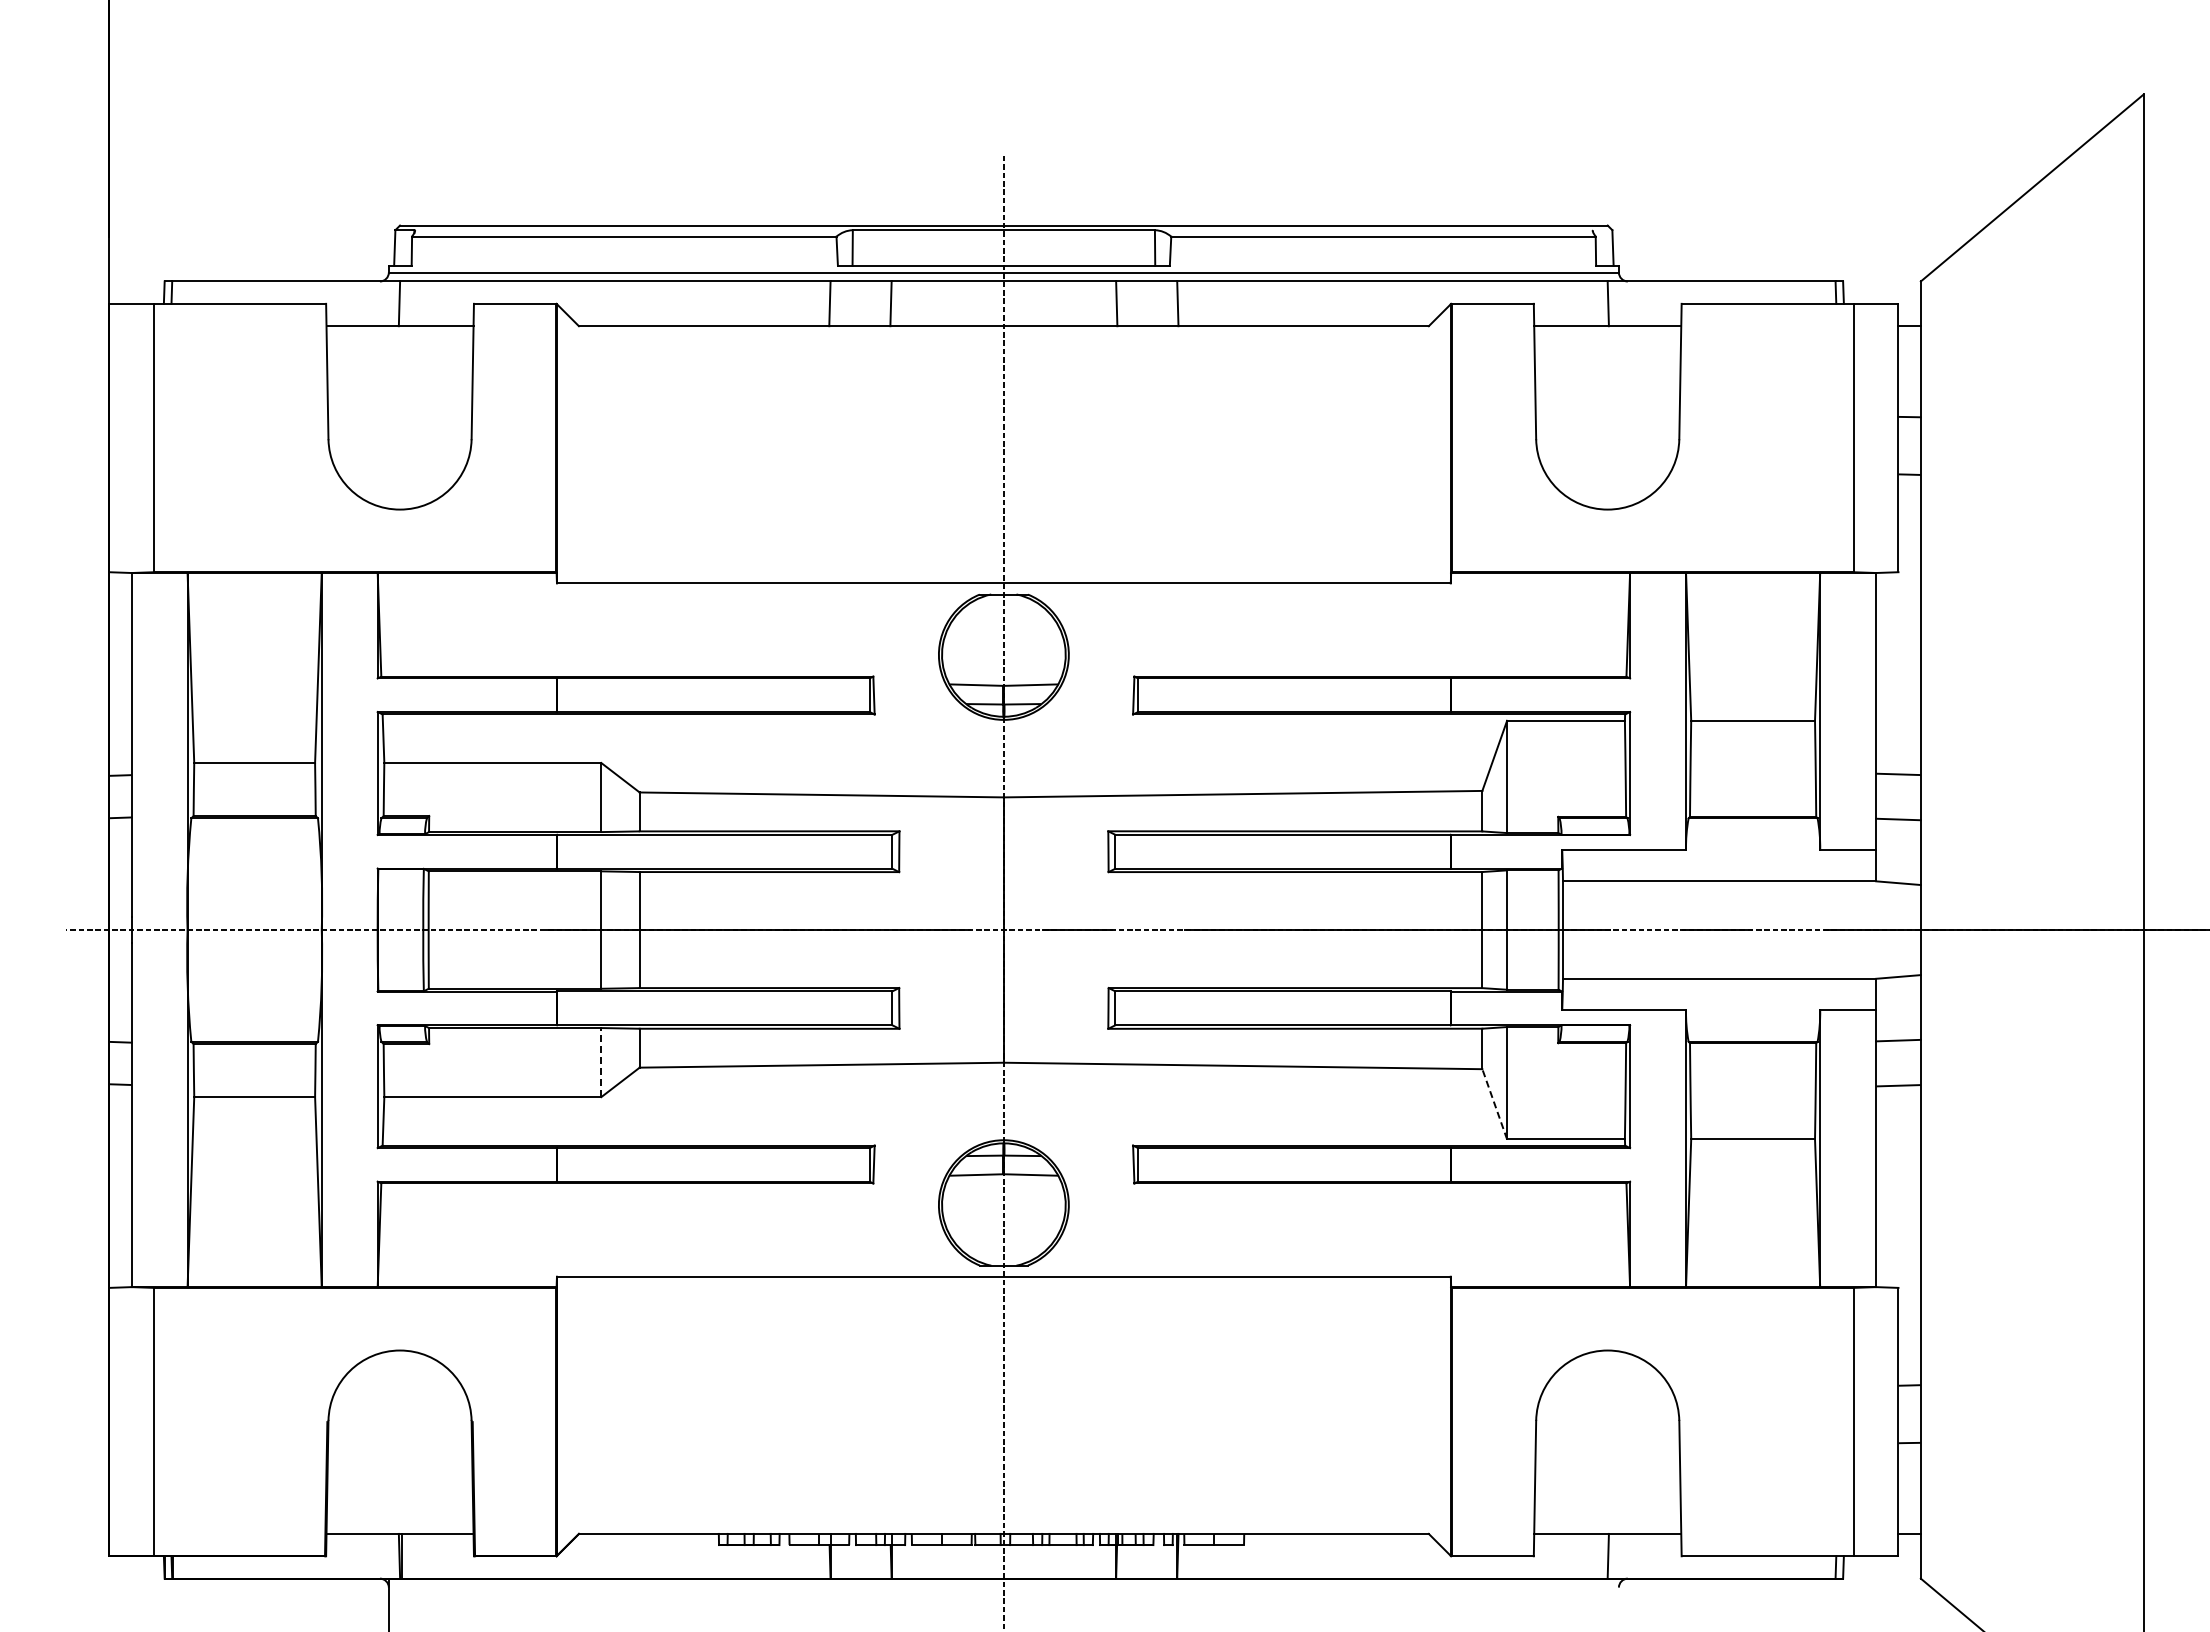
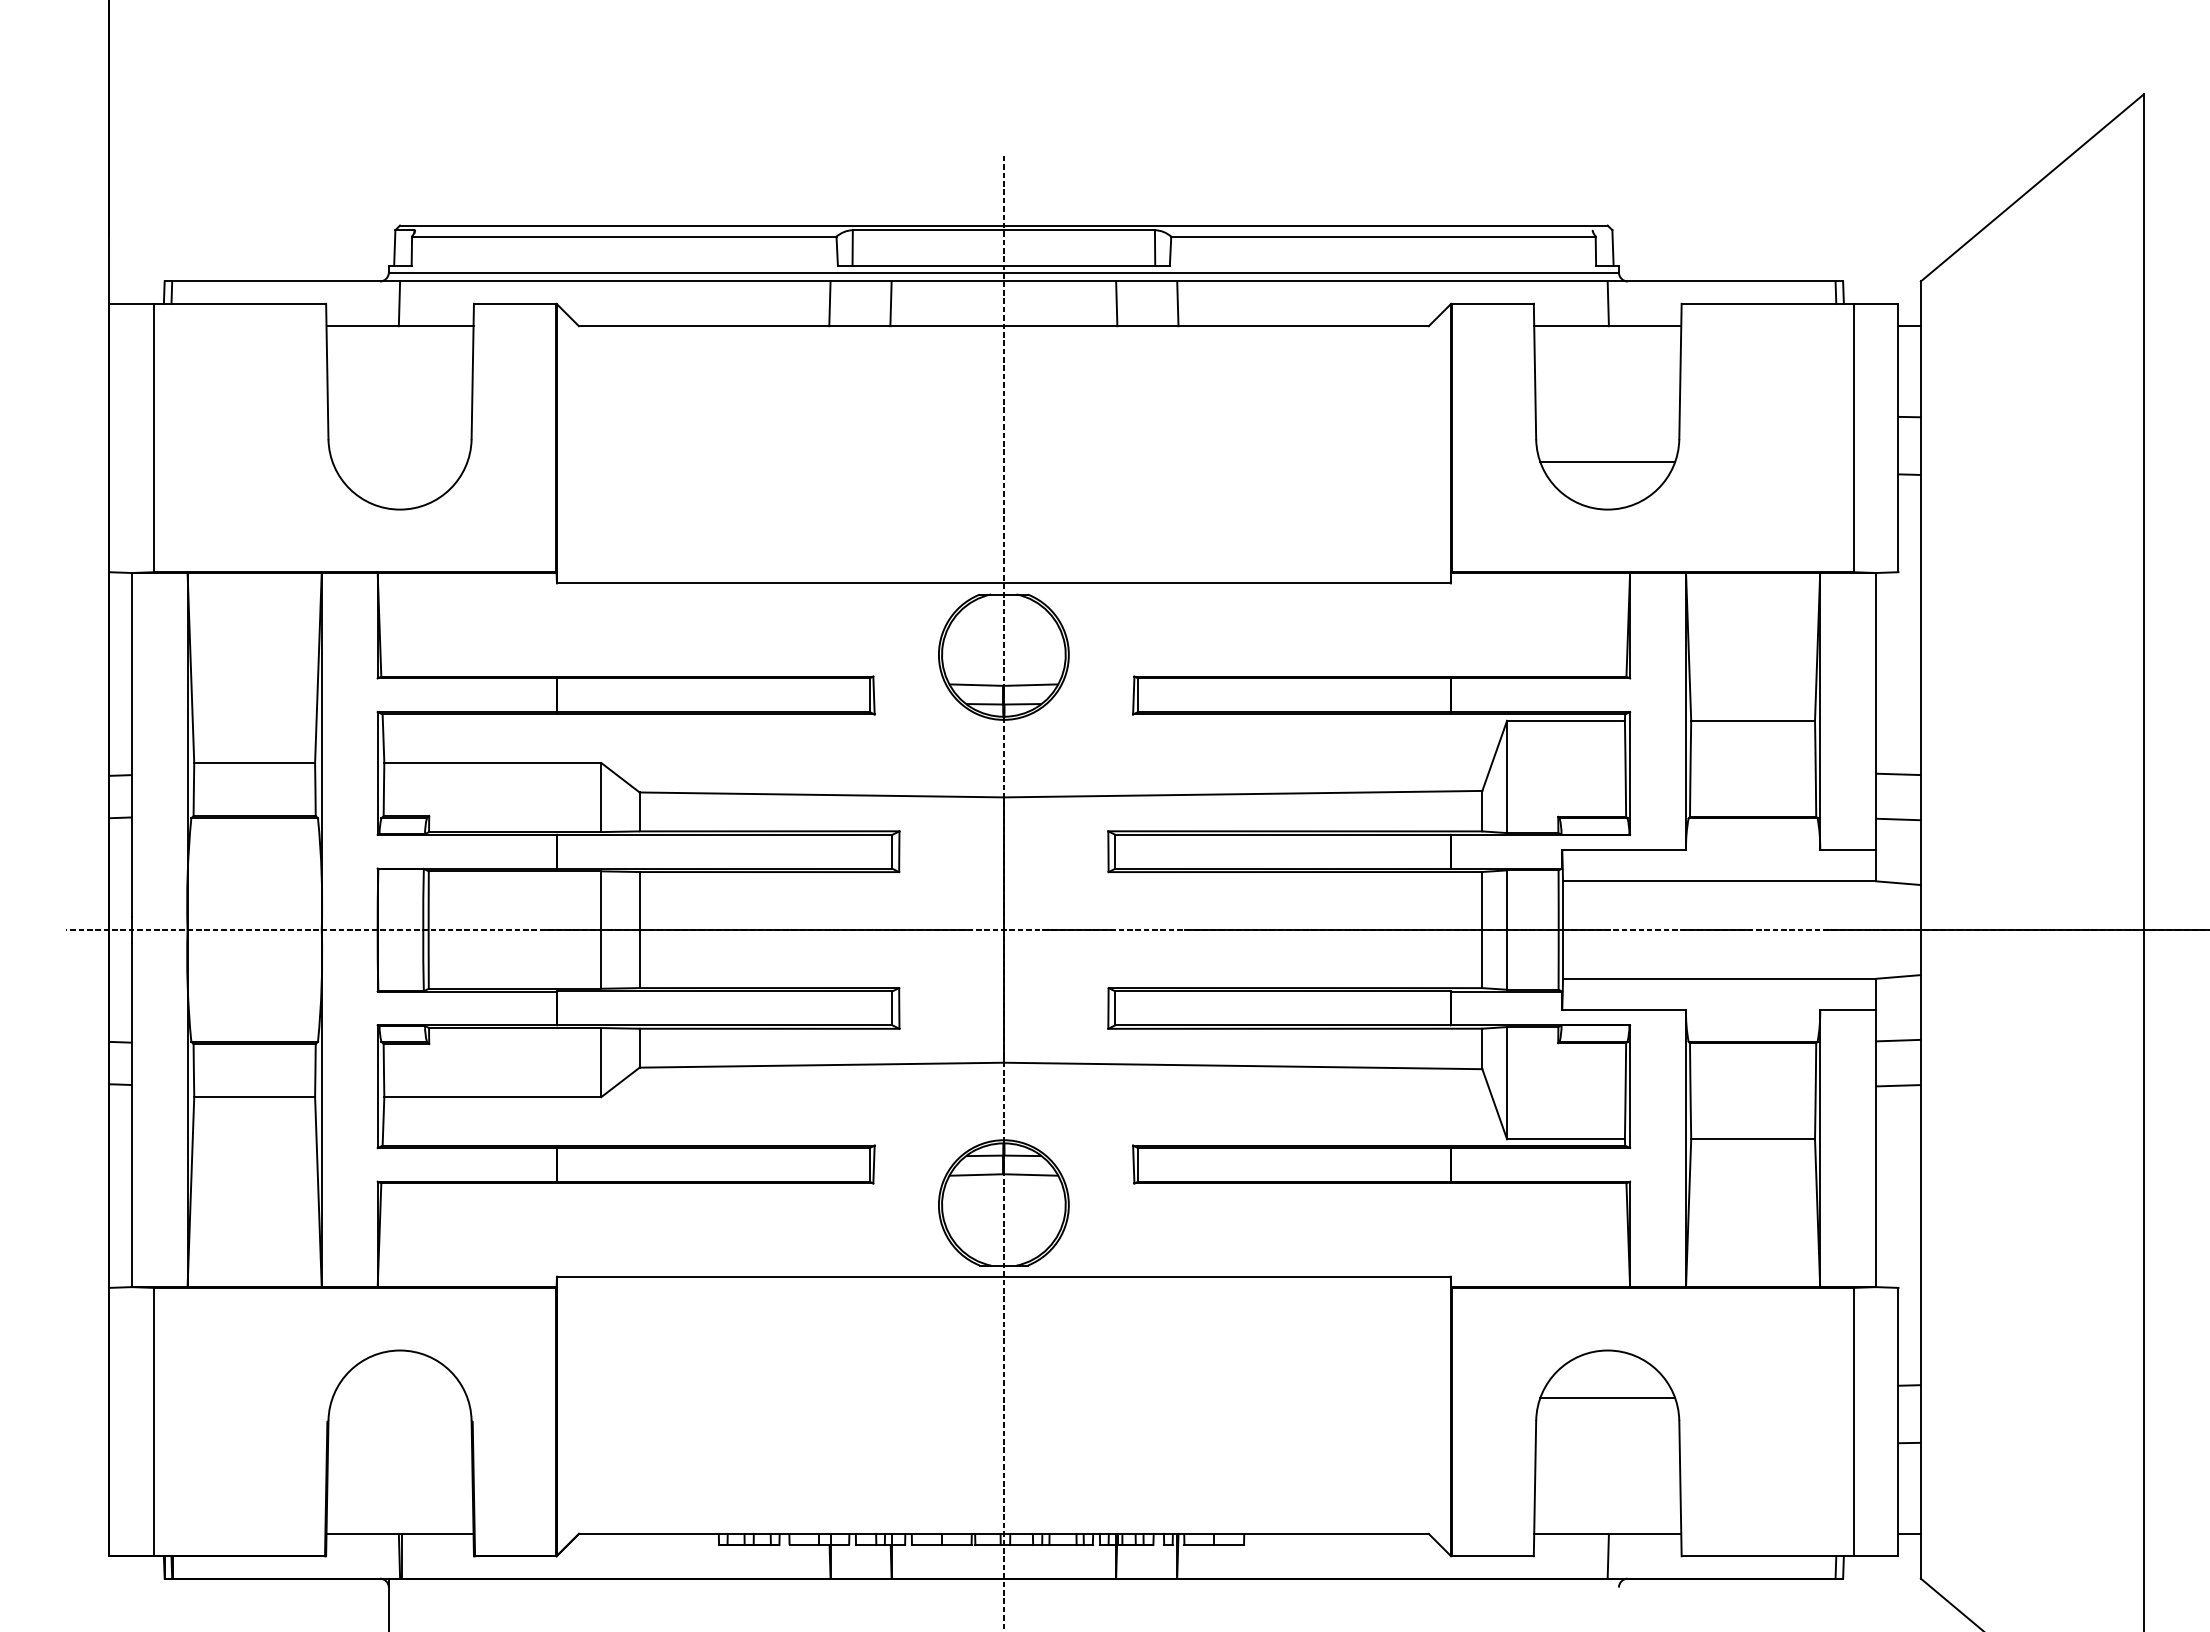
line at (1607, 461): none -> present
line at (601, 1062): dashed -> solid
line at (1494, 1103): dashed -> solid
line at (1607, 1398): none -> present
